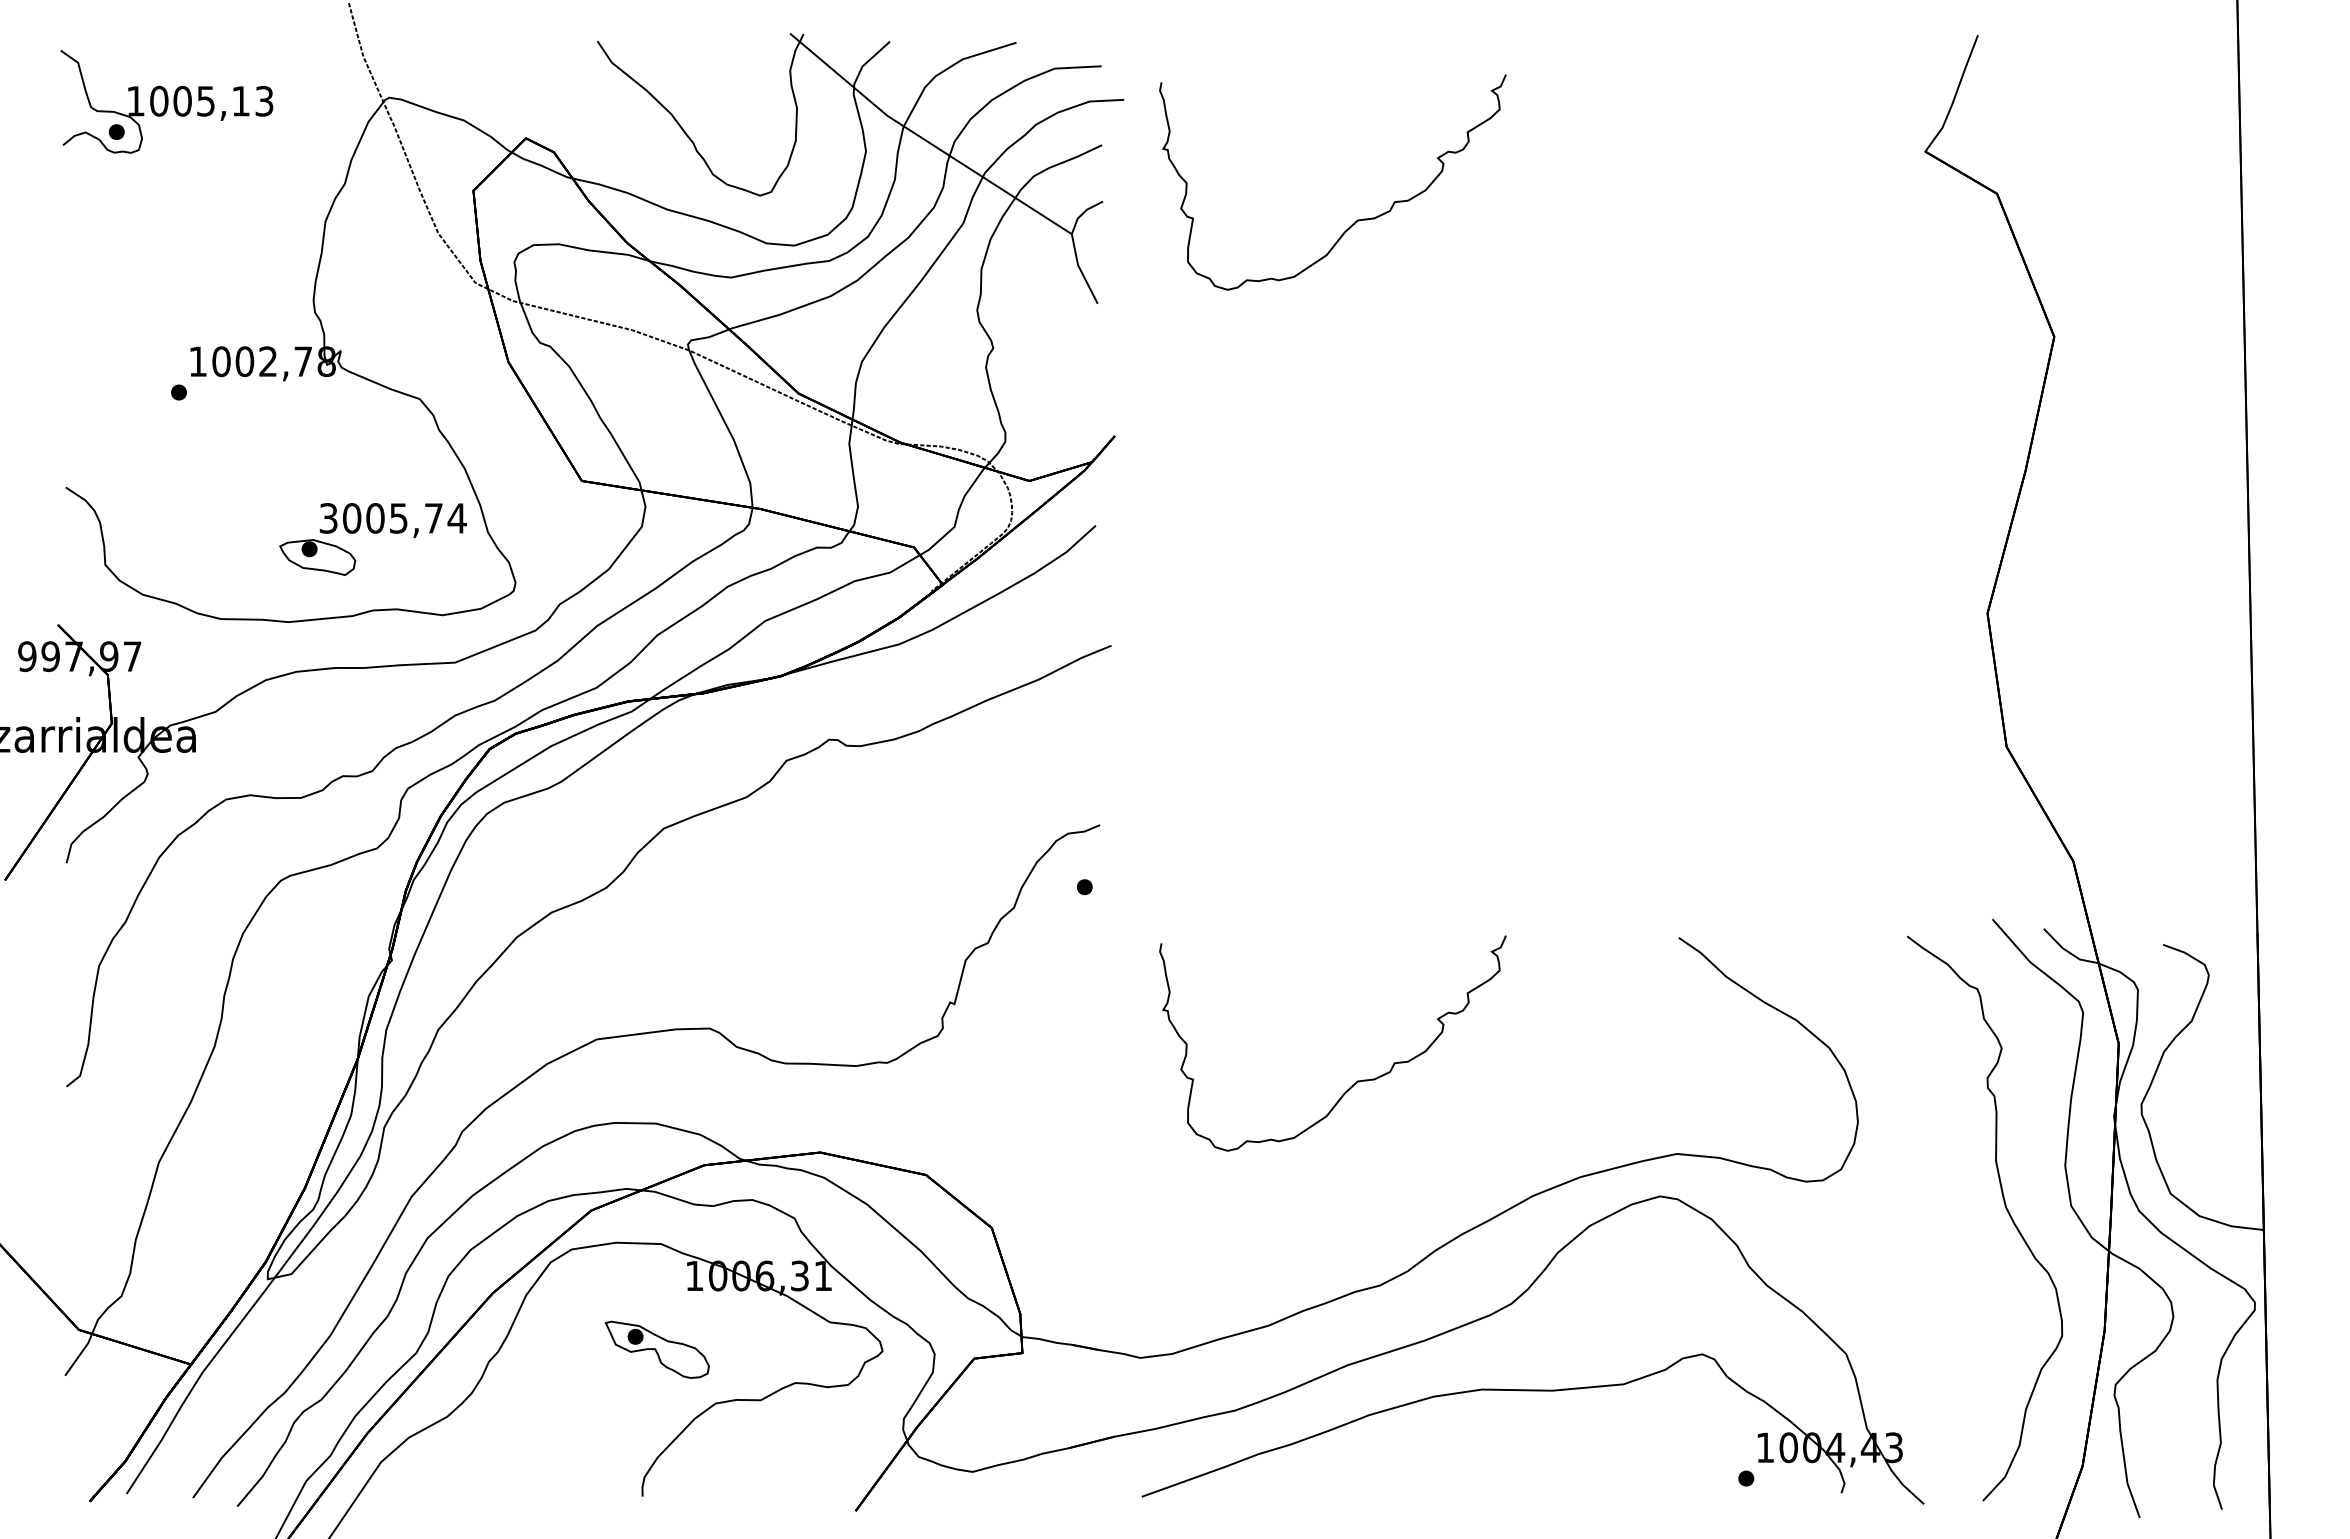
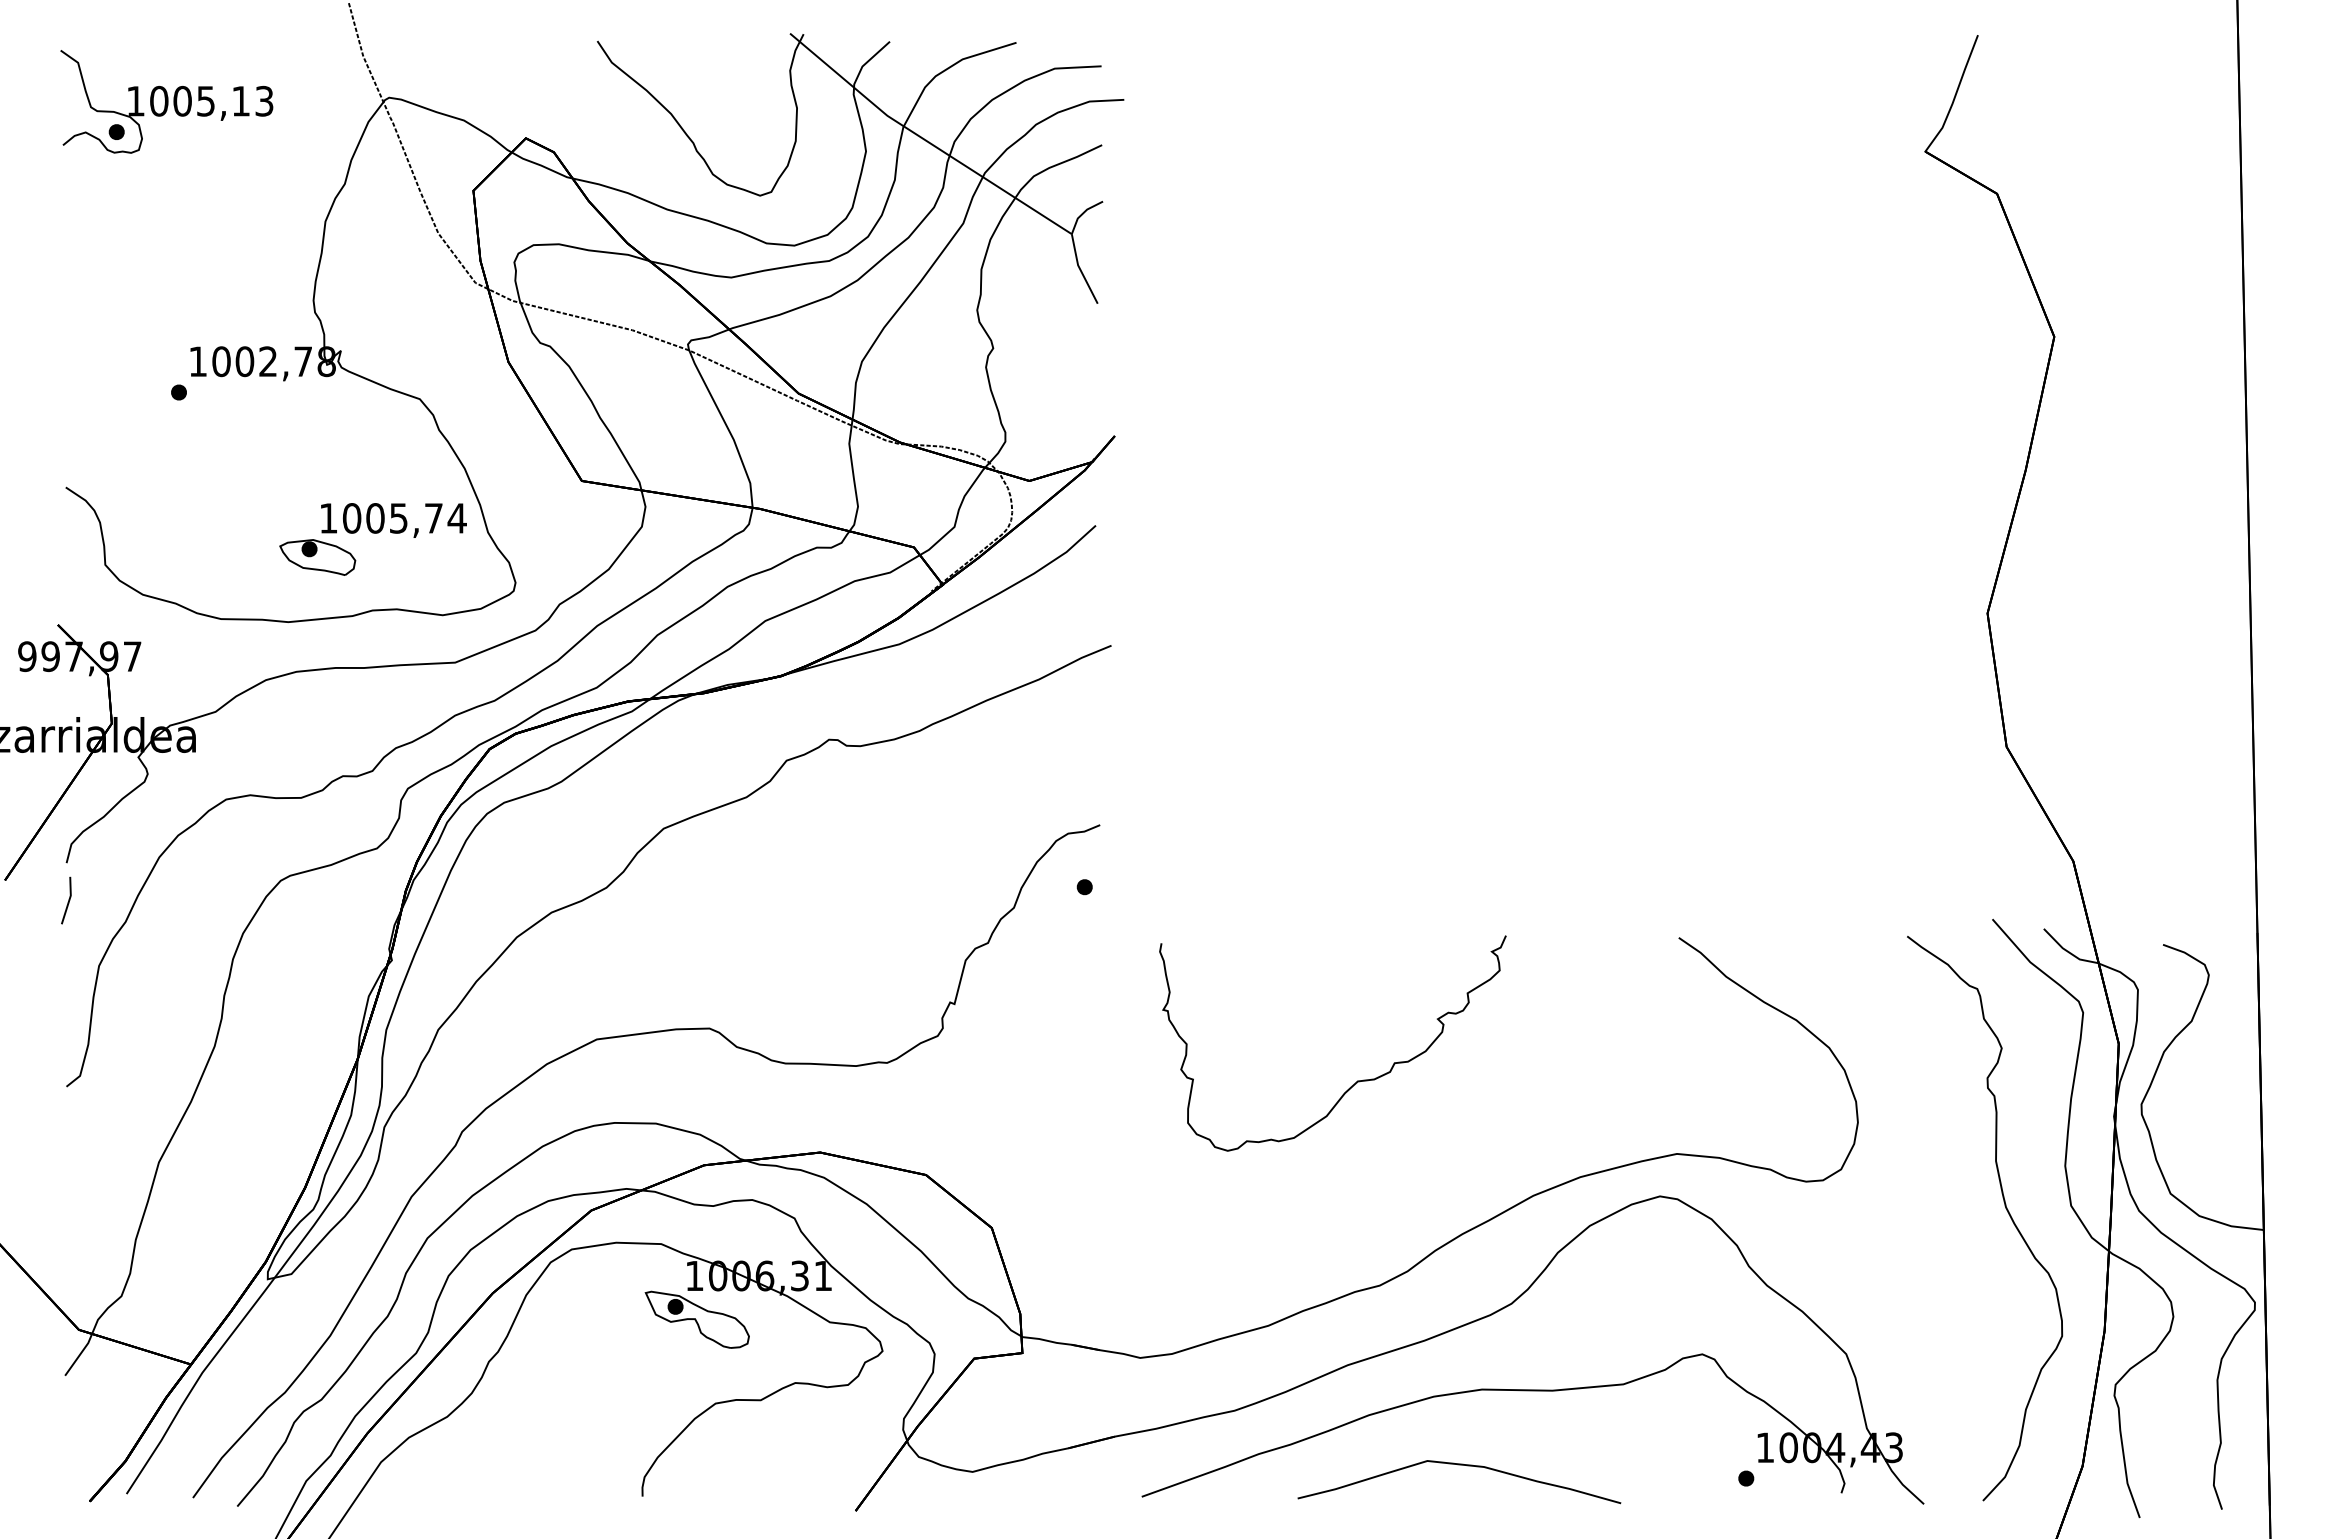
curve at (1357, 219): present -> none
text at (328, 518): 3005,74 -> 1005,74
line at (68, 900): none -> present
part at (656, 1349) position: (656, 1349) -> (696, 1319)
curve at (1459, 1465): none -> present
